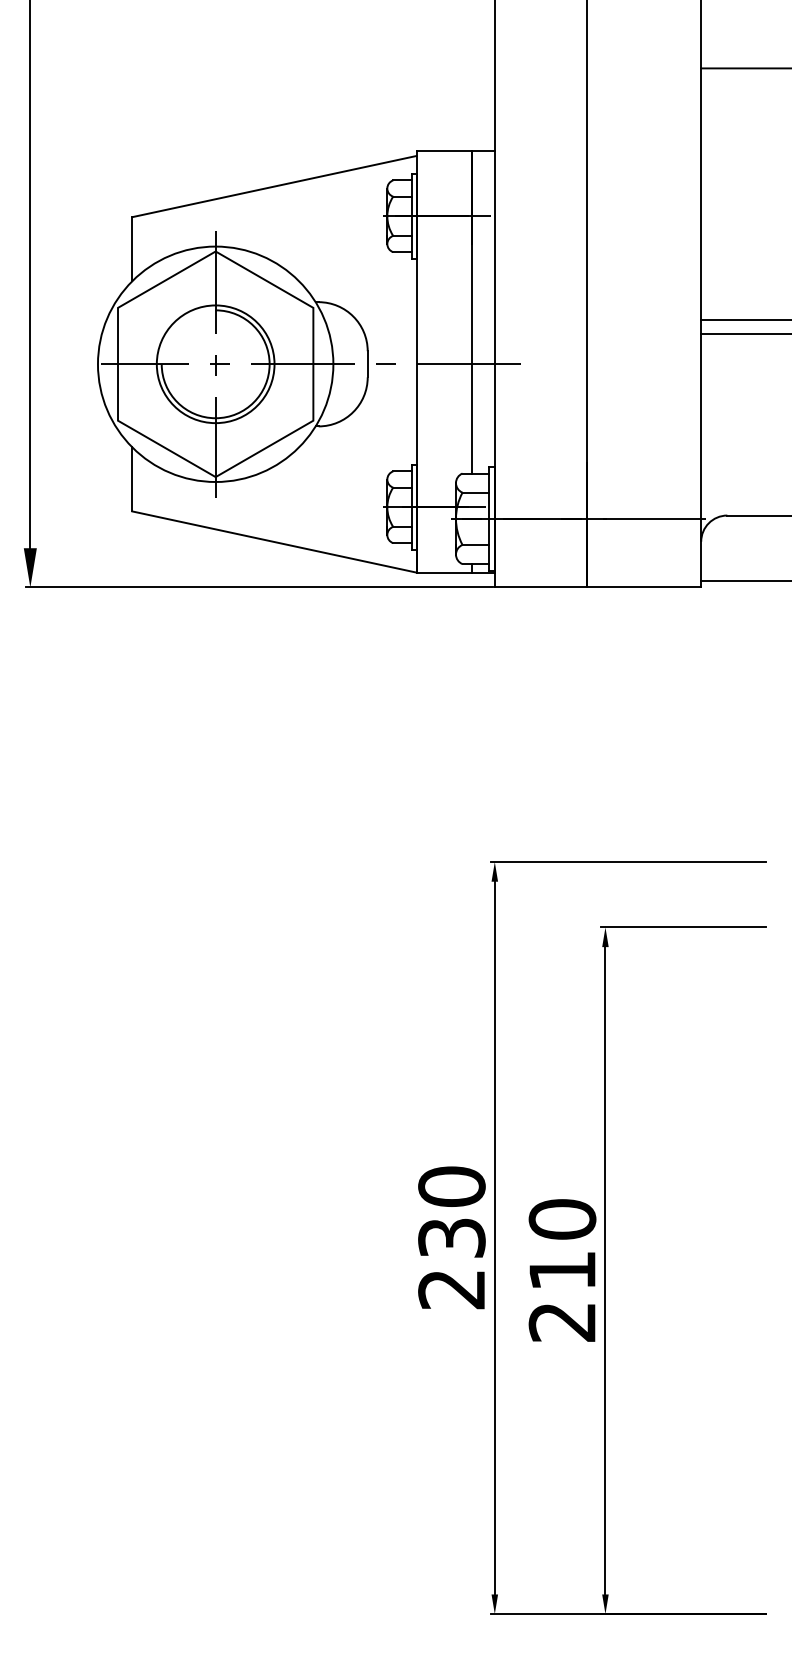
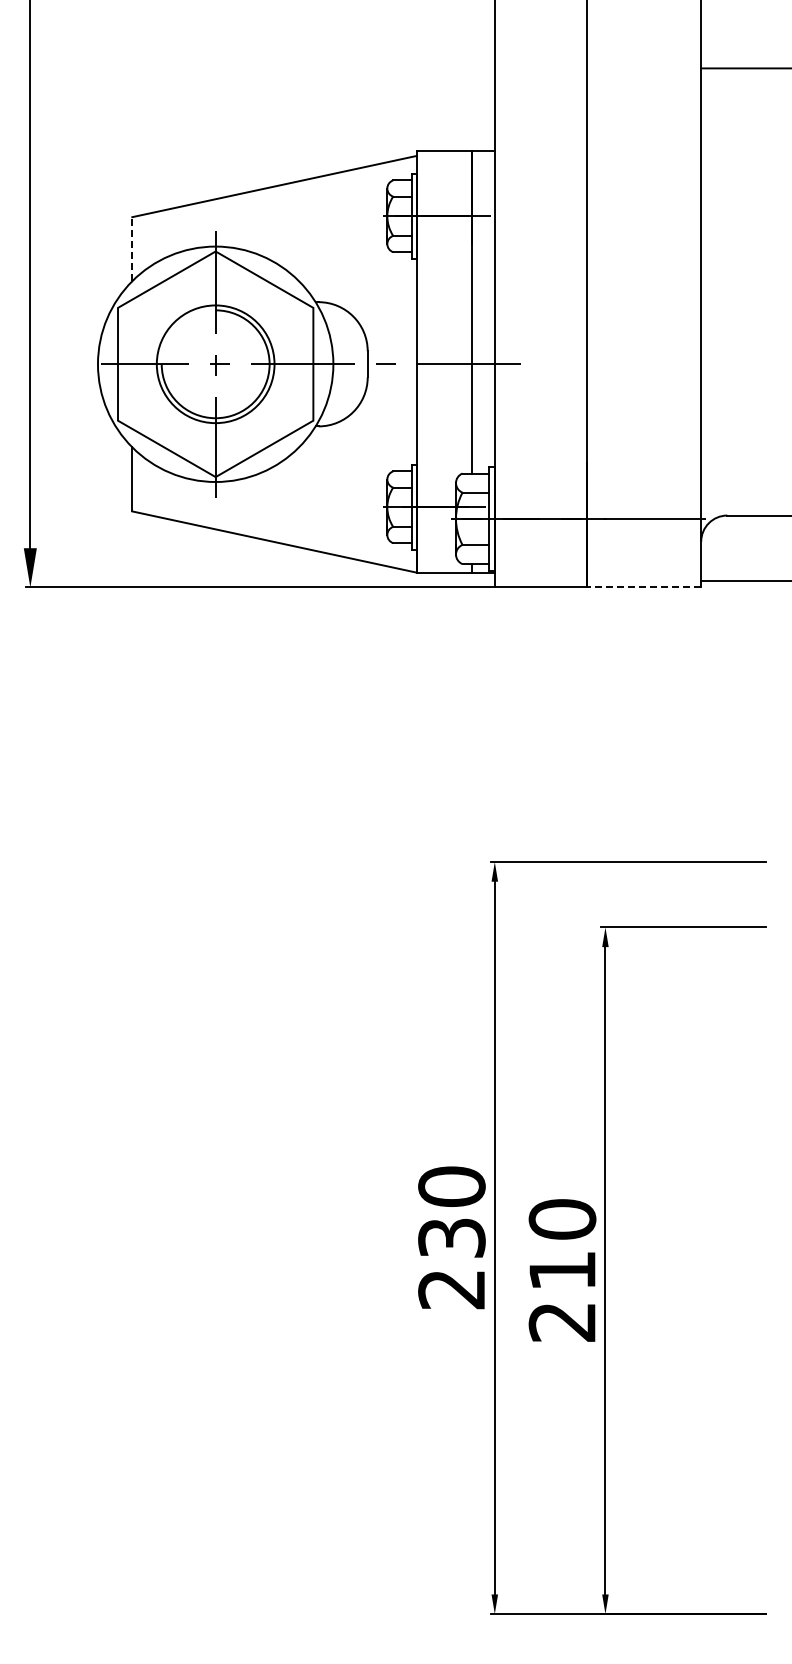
line at (132, 248): solid -> dashed
line at (744, 320): present -> none
line at (744, 333): present -> none
line at (643, 587): solid -> dashed
